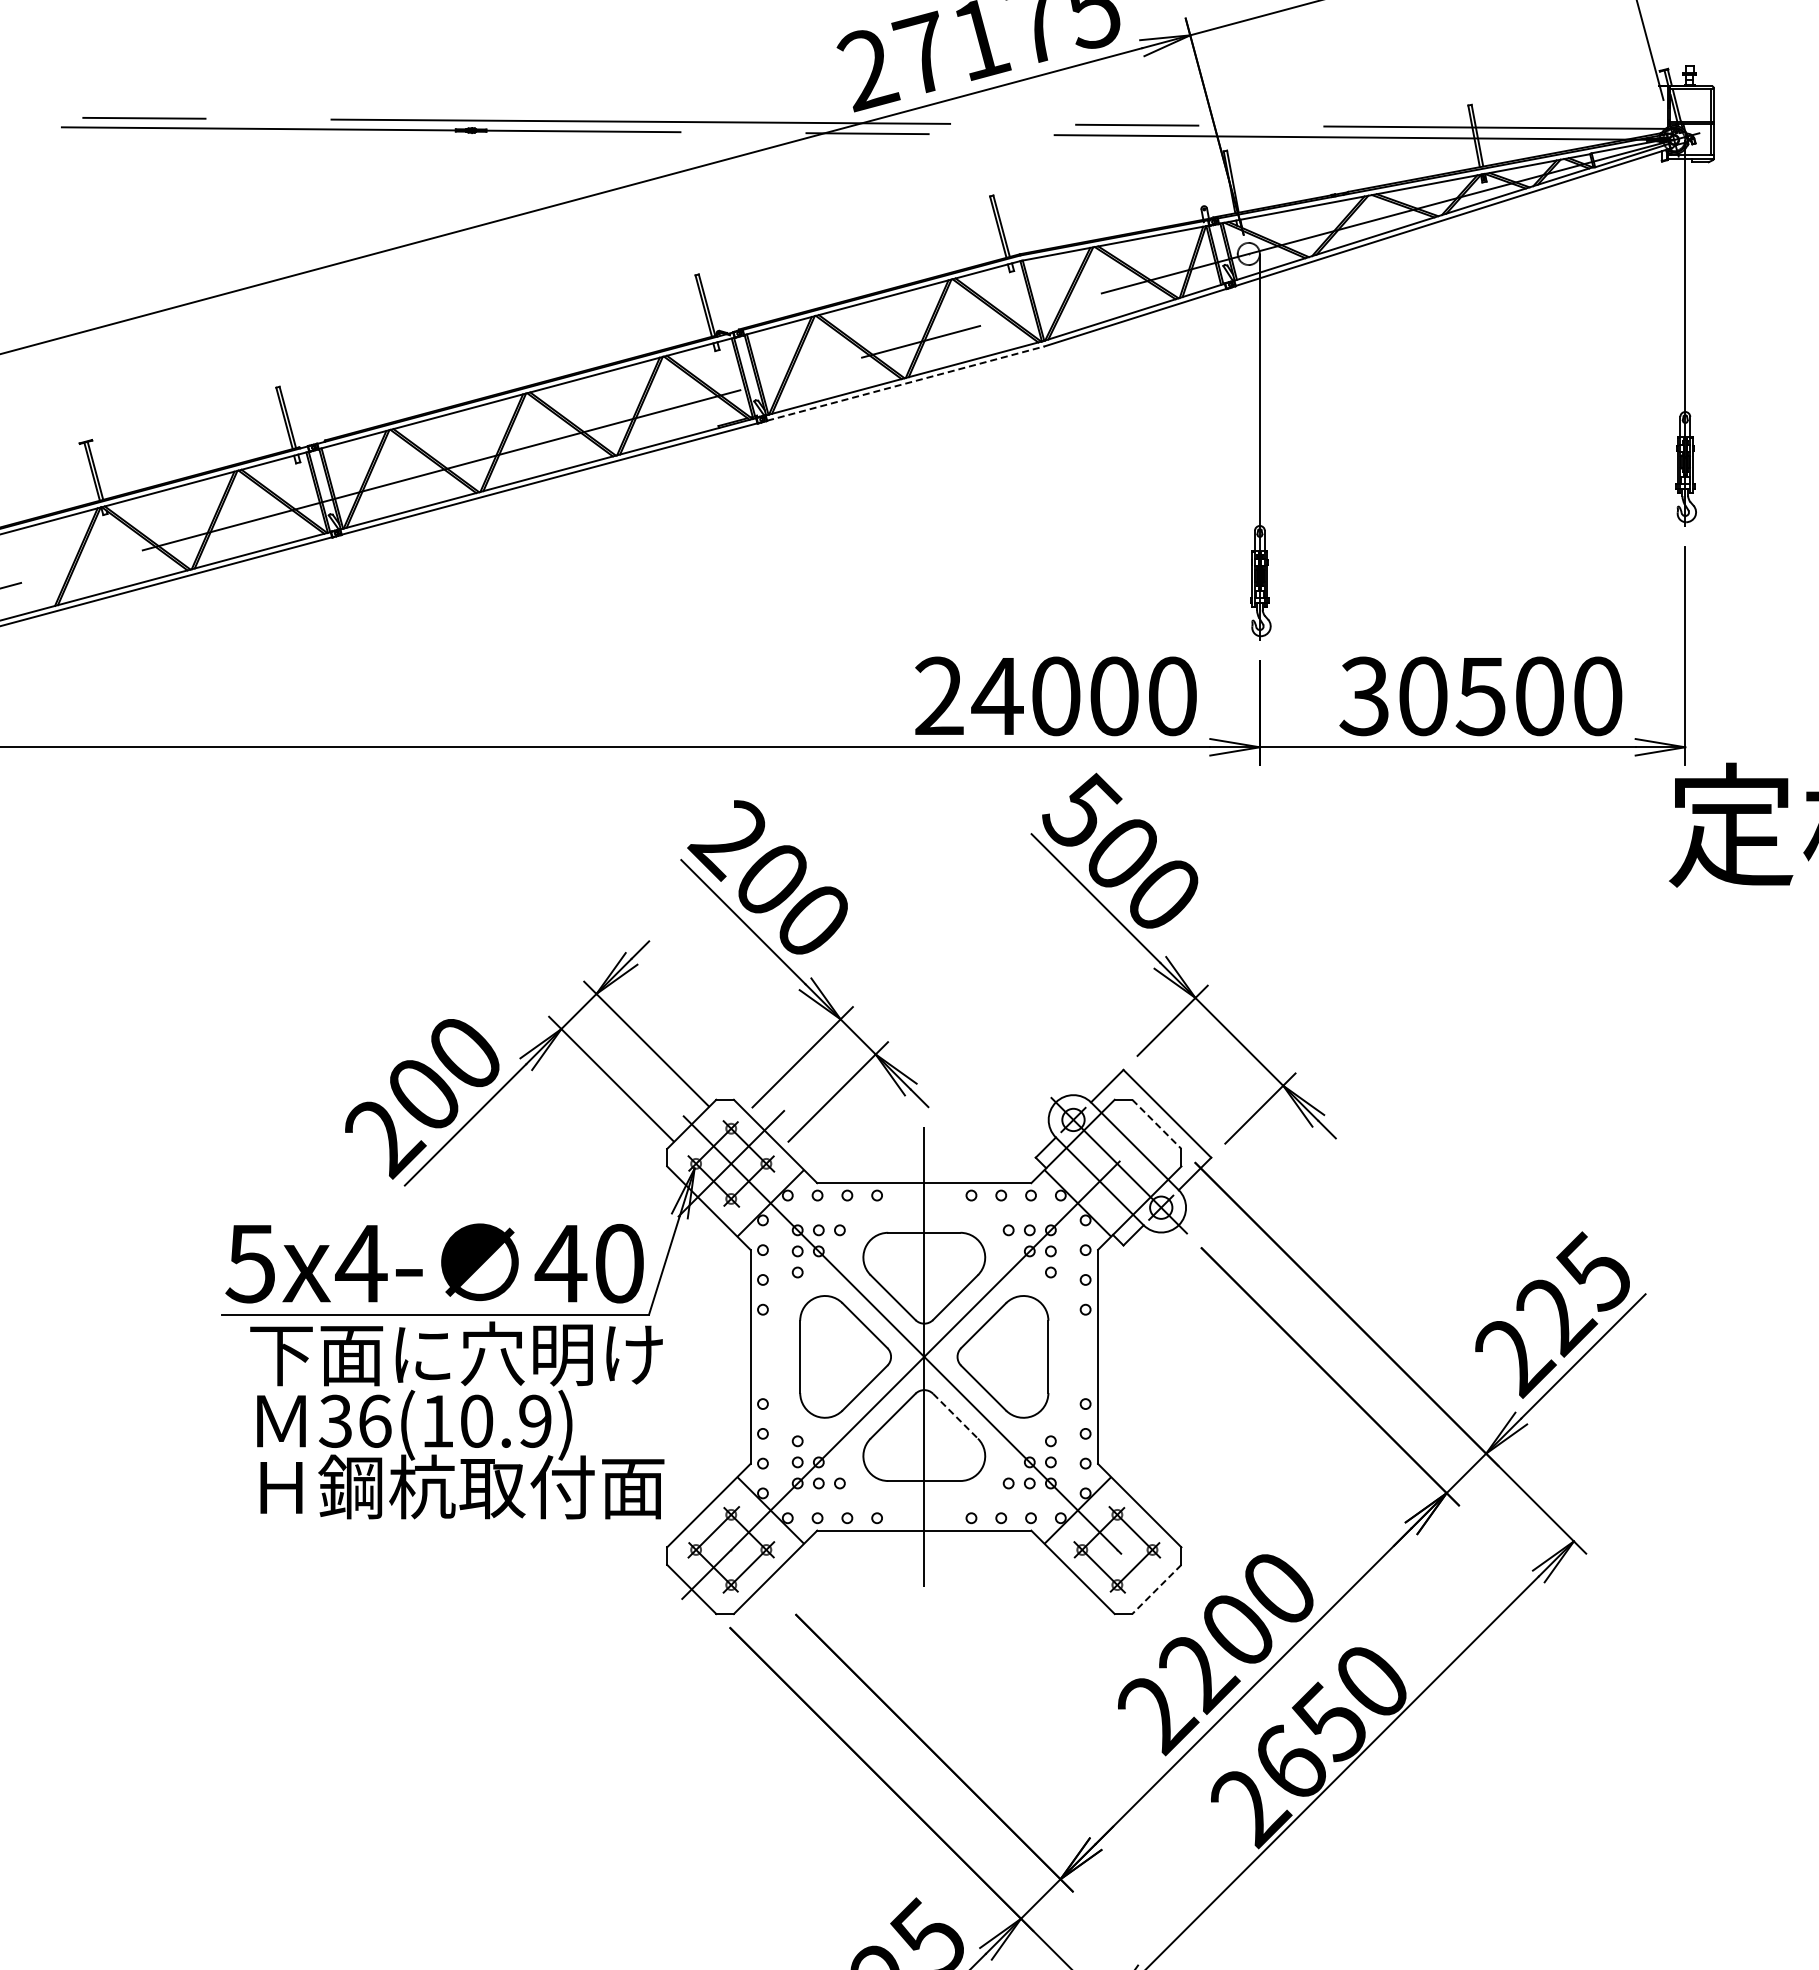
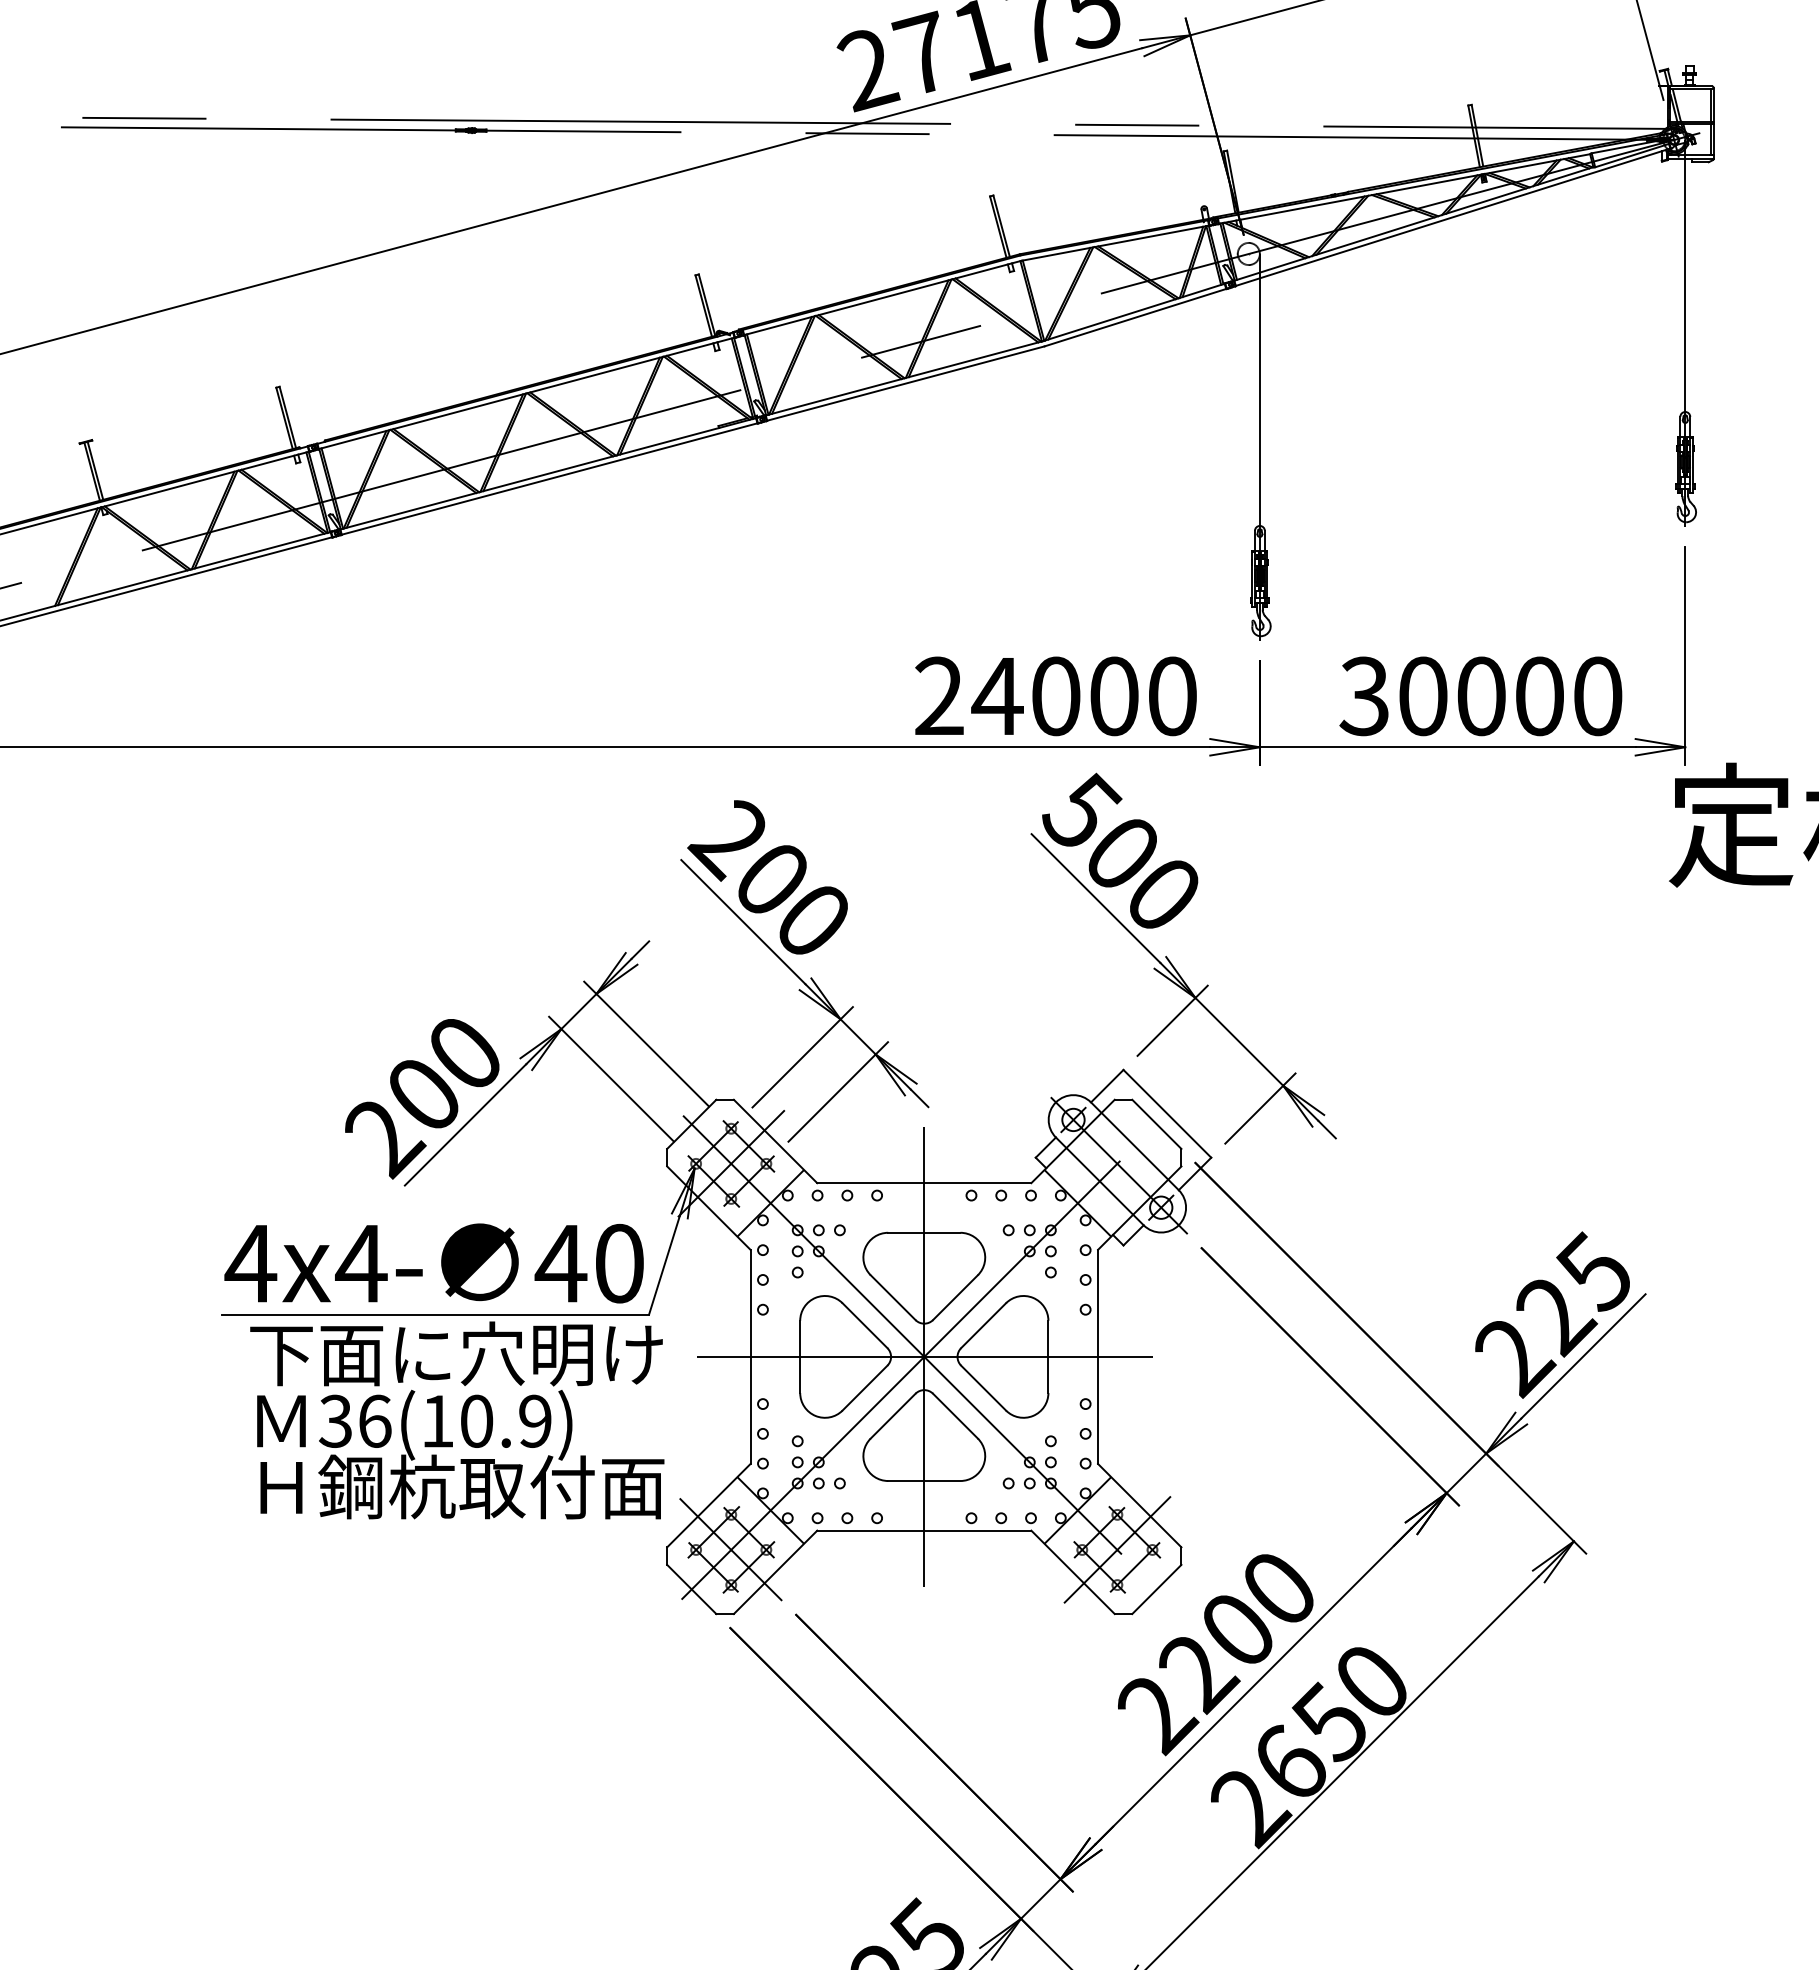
line at (905, 383): dashed -> solid
text at (1480, 696): 30500 -> 30000
line at (1156, 1124): dashed -> solid
text at (250, 1264): 5x4- -> 4x4-
line at (924, 1356): none -> present
line at (955, 1416): dashed -> solid
line at (730, 1549): none -> present
line at (1117, 1549): none -> present
line at (1156, 1589): dashed -> solid
